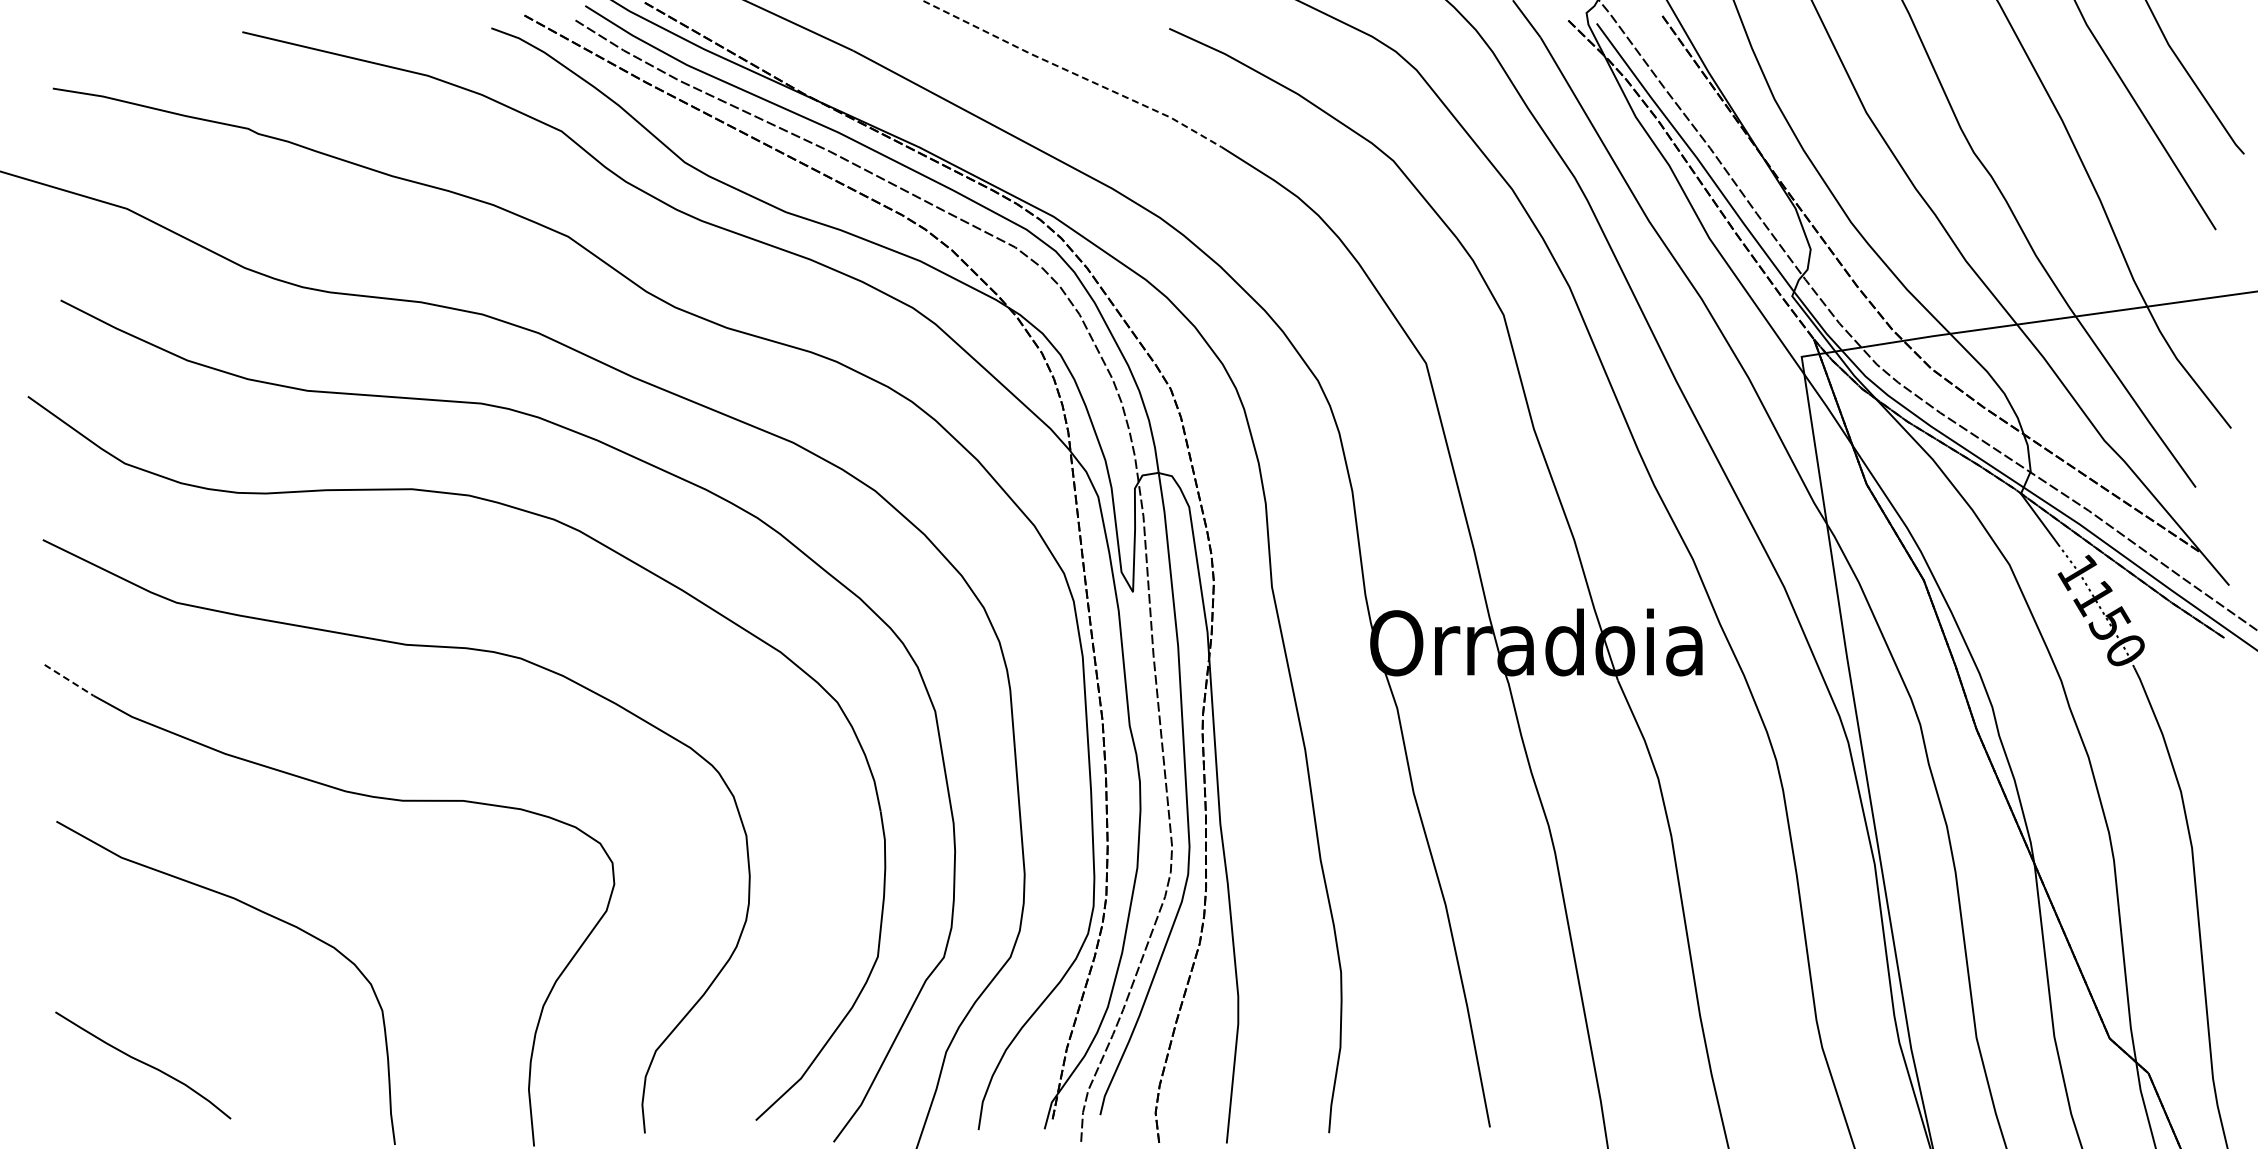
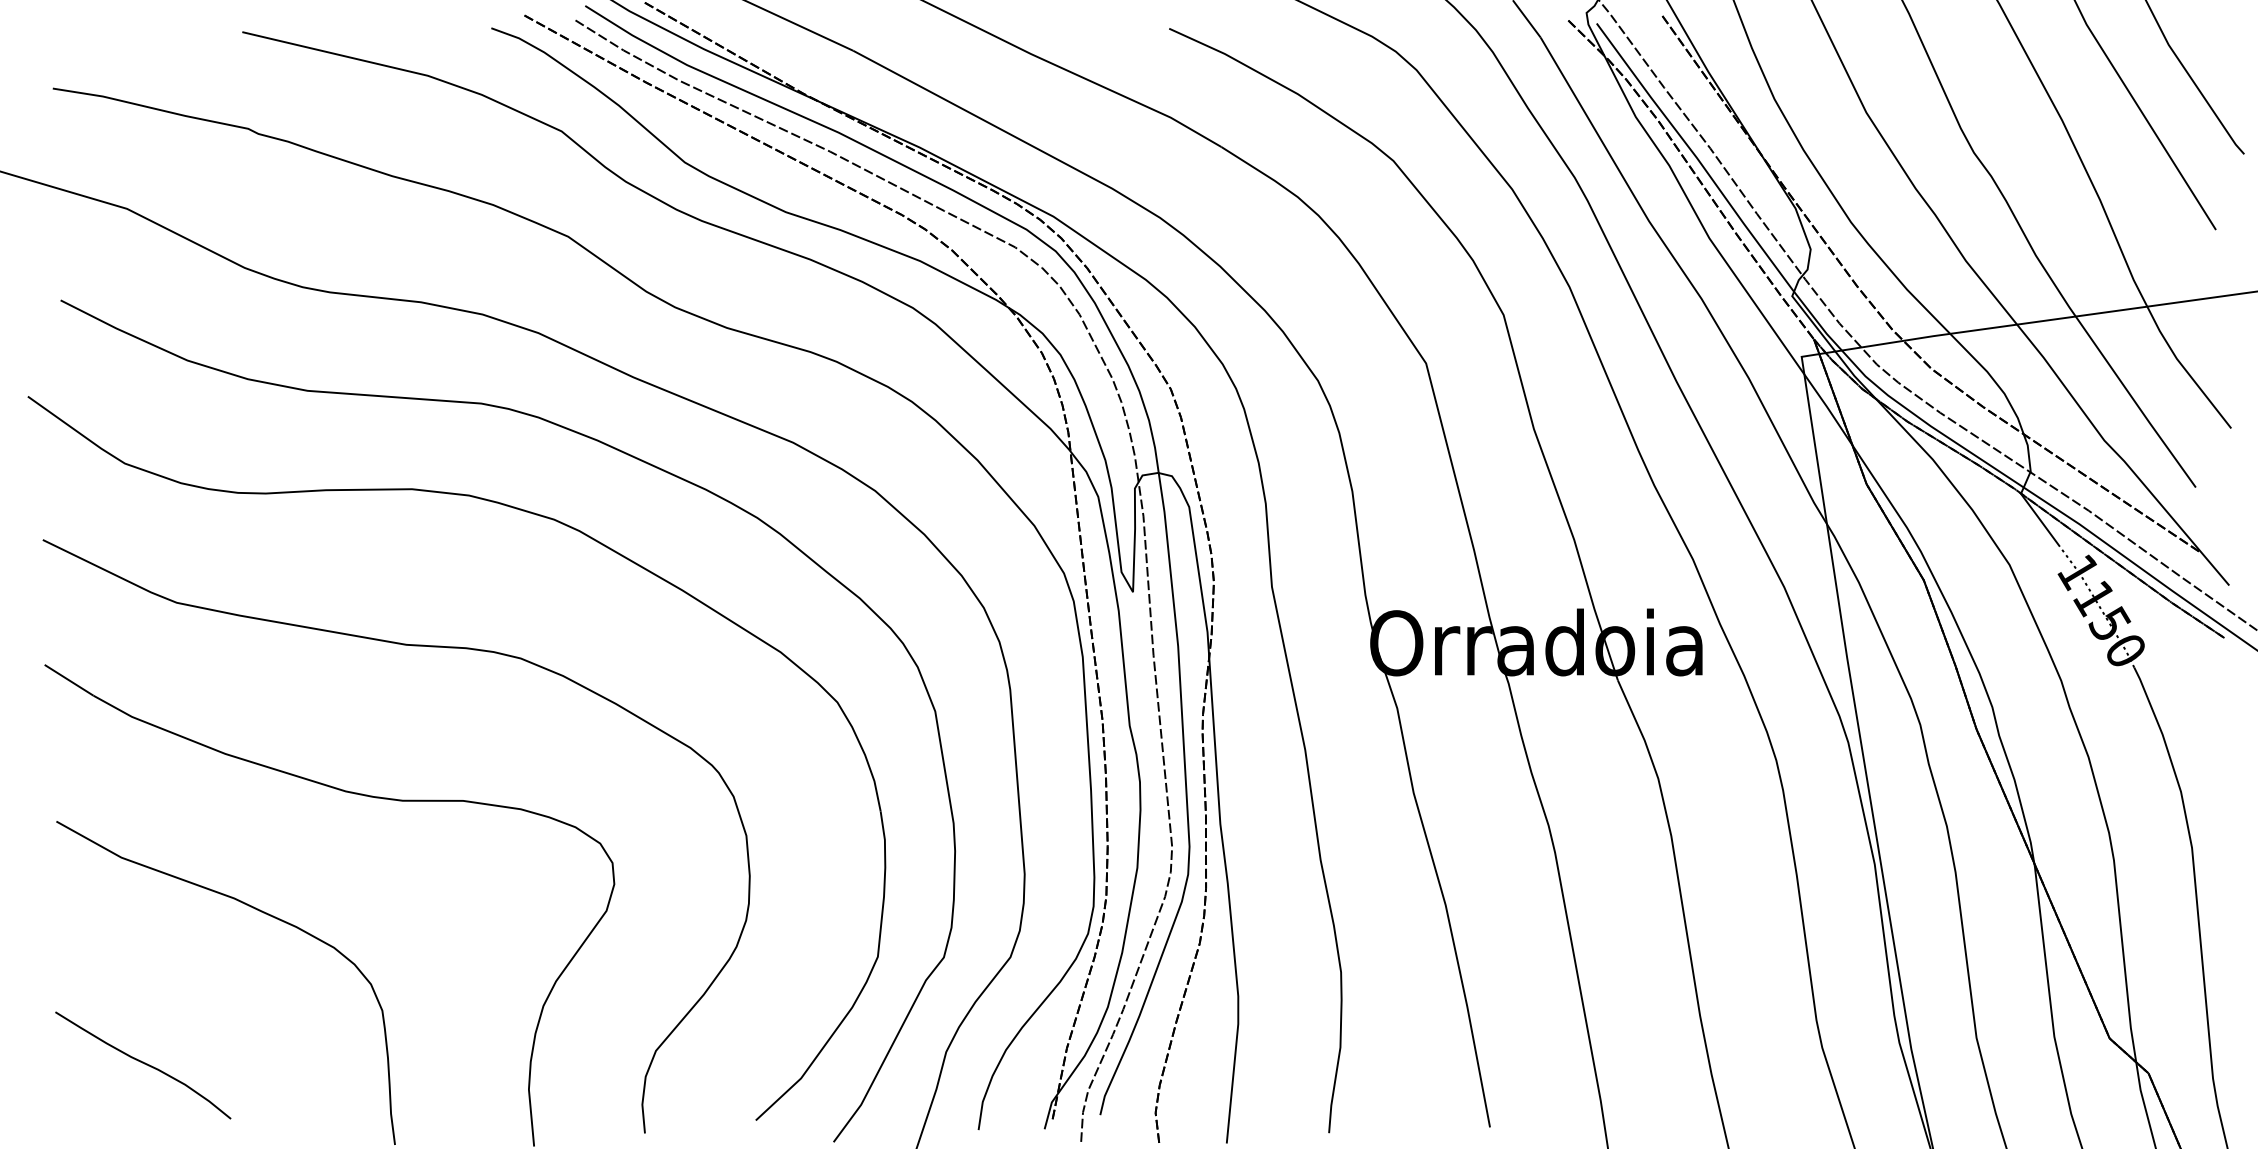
line at (1072, 73): dashed -> solid
line at (69, 680): dashed -> solid
